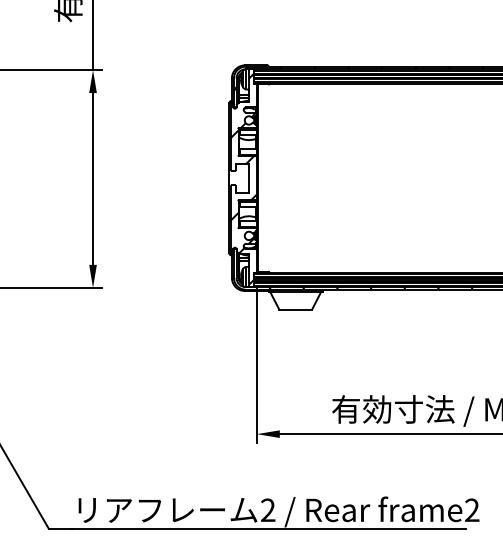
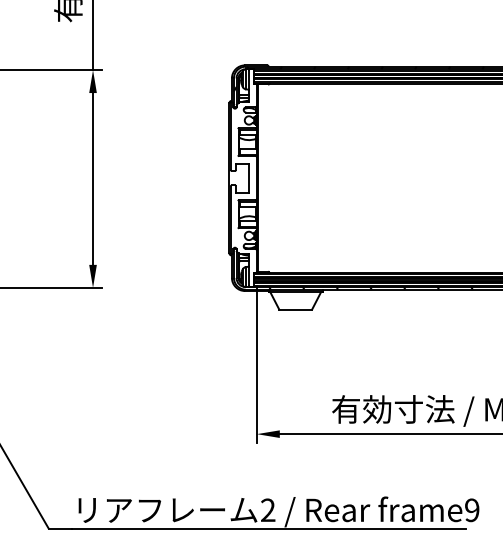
hatch at (243, 178): present -> none
text at (472, 510): frame2 -> frame9
